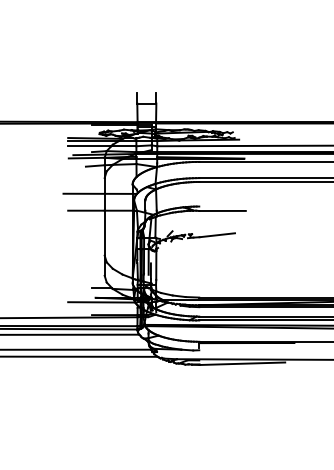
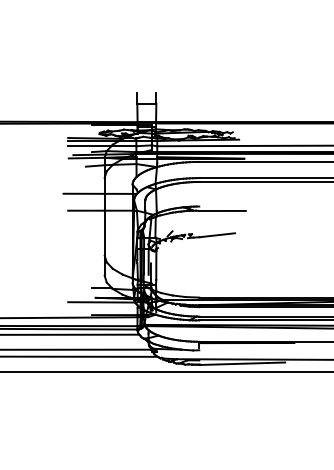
line at (166, 371): none -> present
